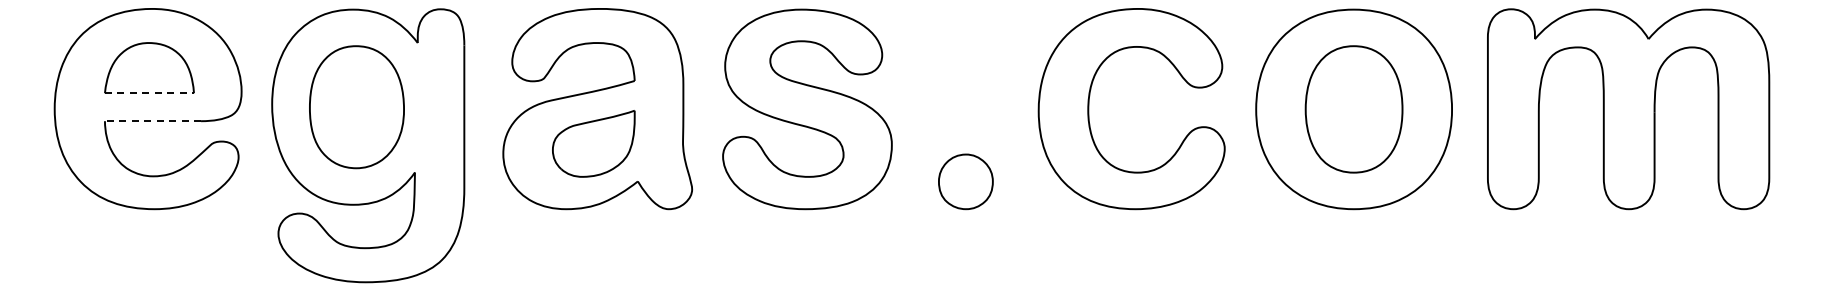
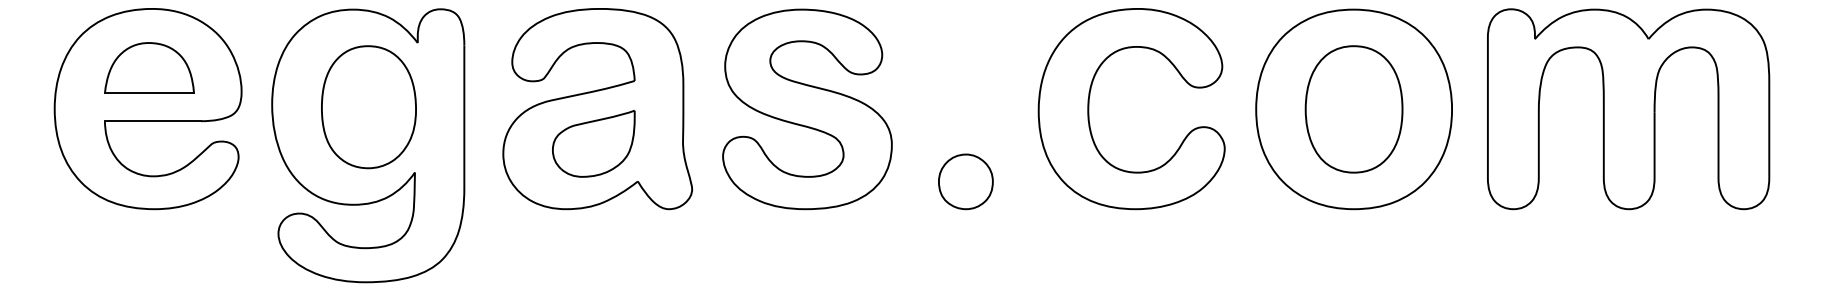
line at (149, 93): dashed -> solid
part at (356, 107) position: (356, 107) -> (368, 107)
line at (152, 121): dashed -> solid
